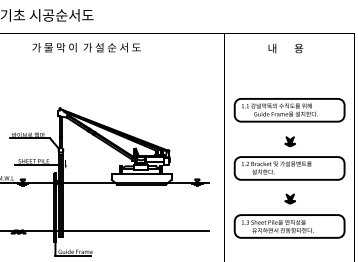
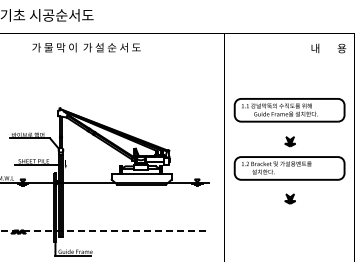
text at (285, 48) position: (285, 48) -> (328, 48)
part at (289, 226): present -> none
line at (105, 230): solid -> dashed
